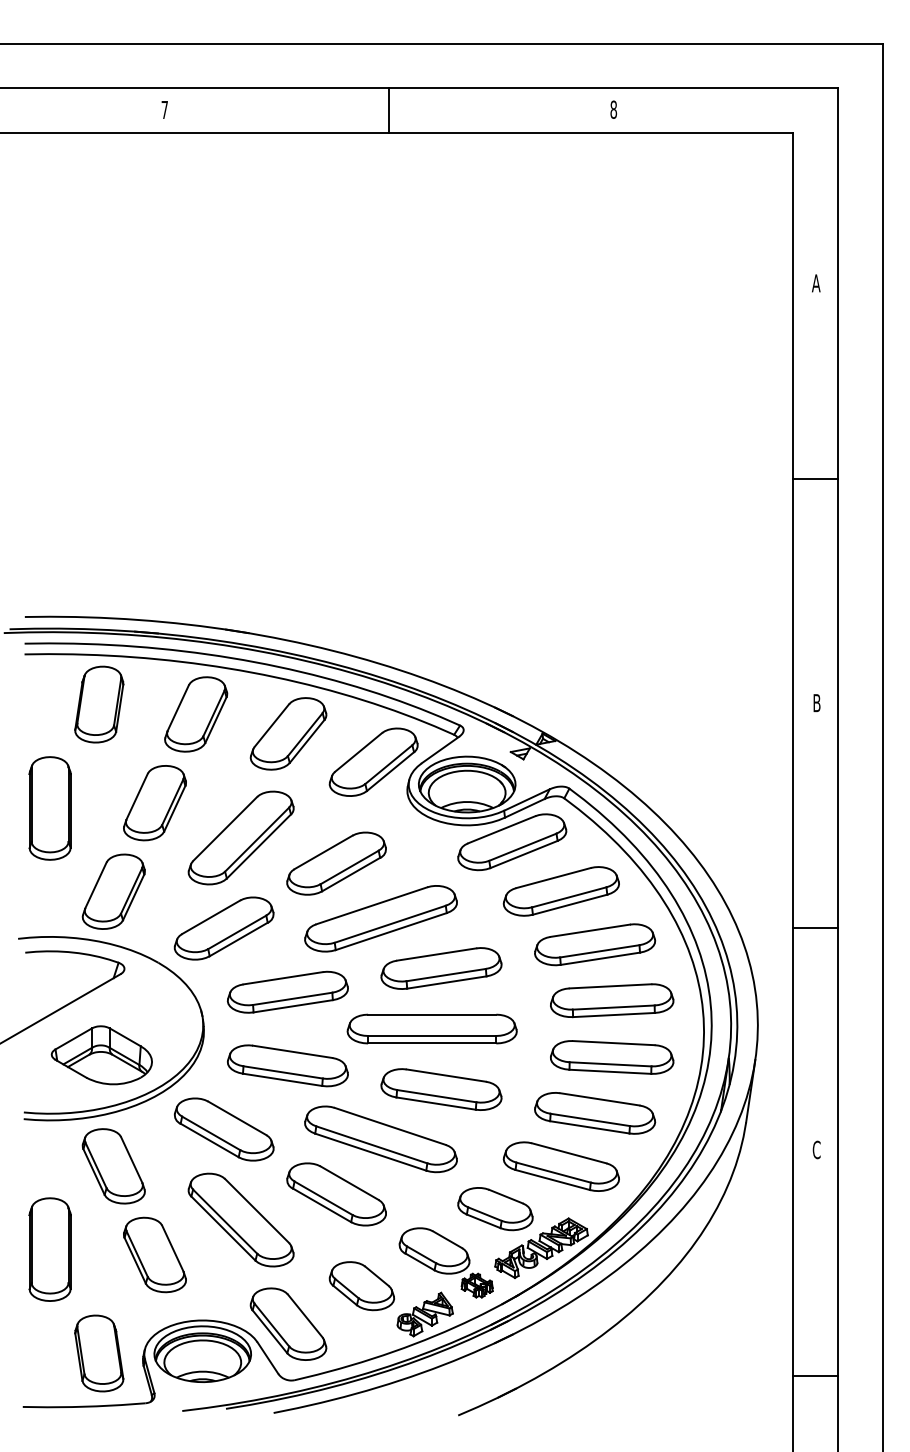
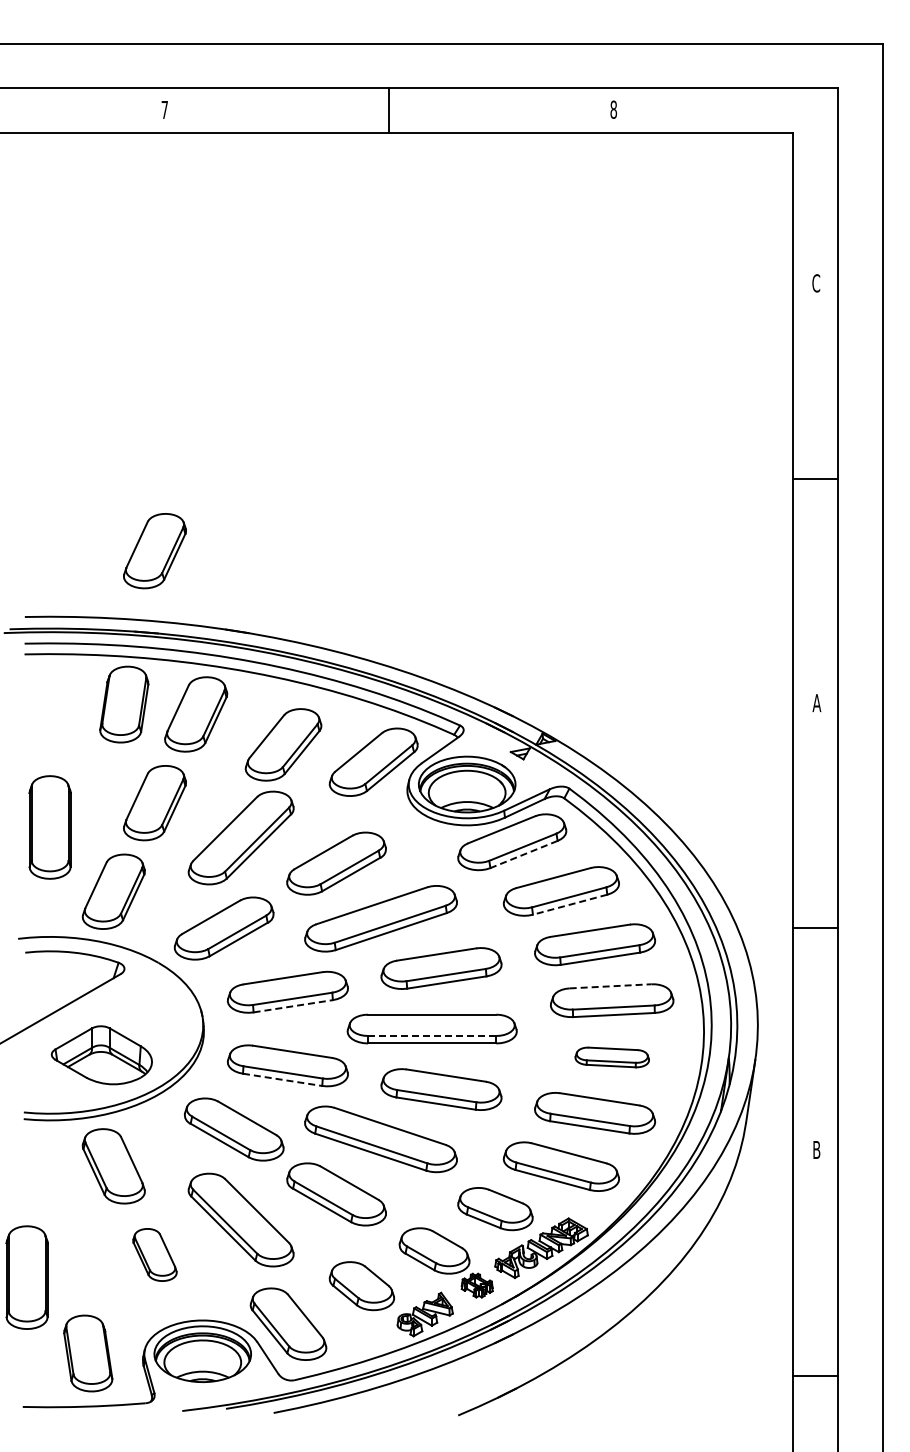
text at (816, 283): A -> C
part at (154, 551): none -> present
text at (816, 703): B -> A
part at (99, 704) position: (99, 704) -> (124, 704)
part at (288, 733) position: (288, 733) -> (283, 744)
part at (49, 808) position: (49, 808) -> (49, 827)
line at (523, 854): solid -> dashed
line at (570, 904): solid -> dashed
line at (610, 986): solid -> dashed
line at (293, 1006): solid -> dashed
line at (431, 1035): solid -> dashed
part at (612, 1057) size: 125x35 px -> 76x23 px
line at (283, 1079): solid -> dashed
part at (223, 1129) position: (223, 1129) -> (233, 1129)
text at (816, 1149): C -> B
part at (49, 1249) position: (49, 1249) -> (26, 1277)
part at (154, 1254) size: 64x78 px -> 46x54 px
part at (99, 1353) position: (99, 1353) -> (88, 1353)
